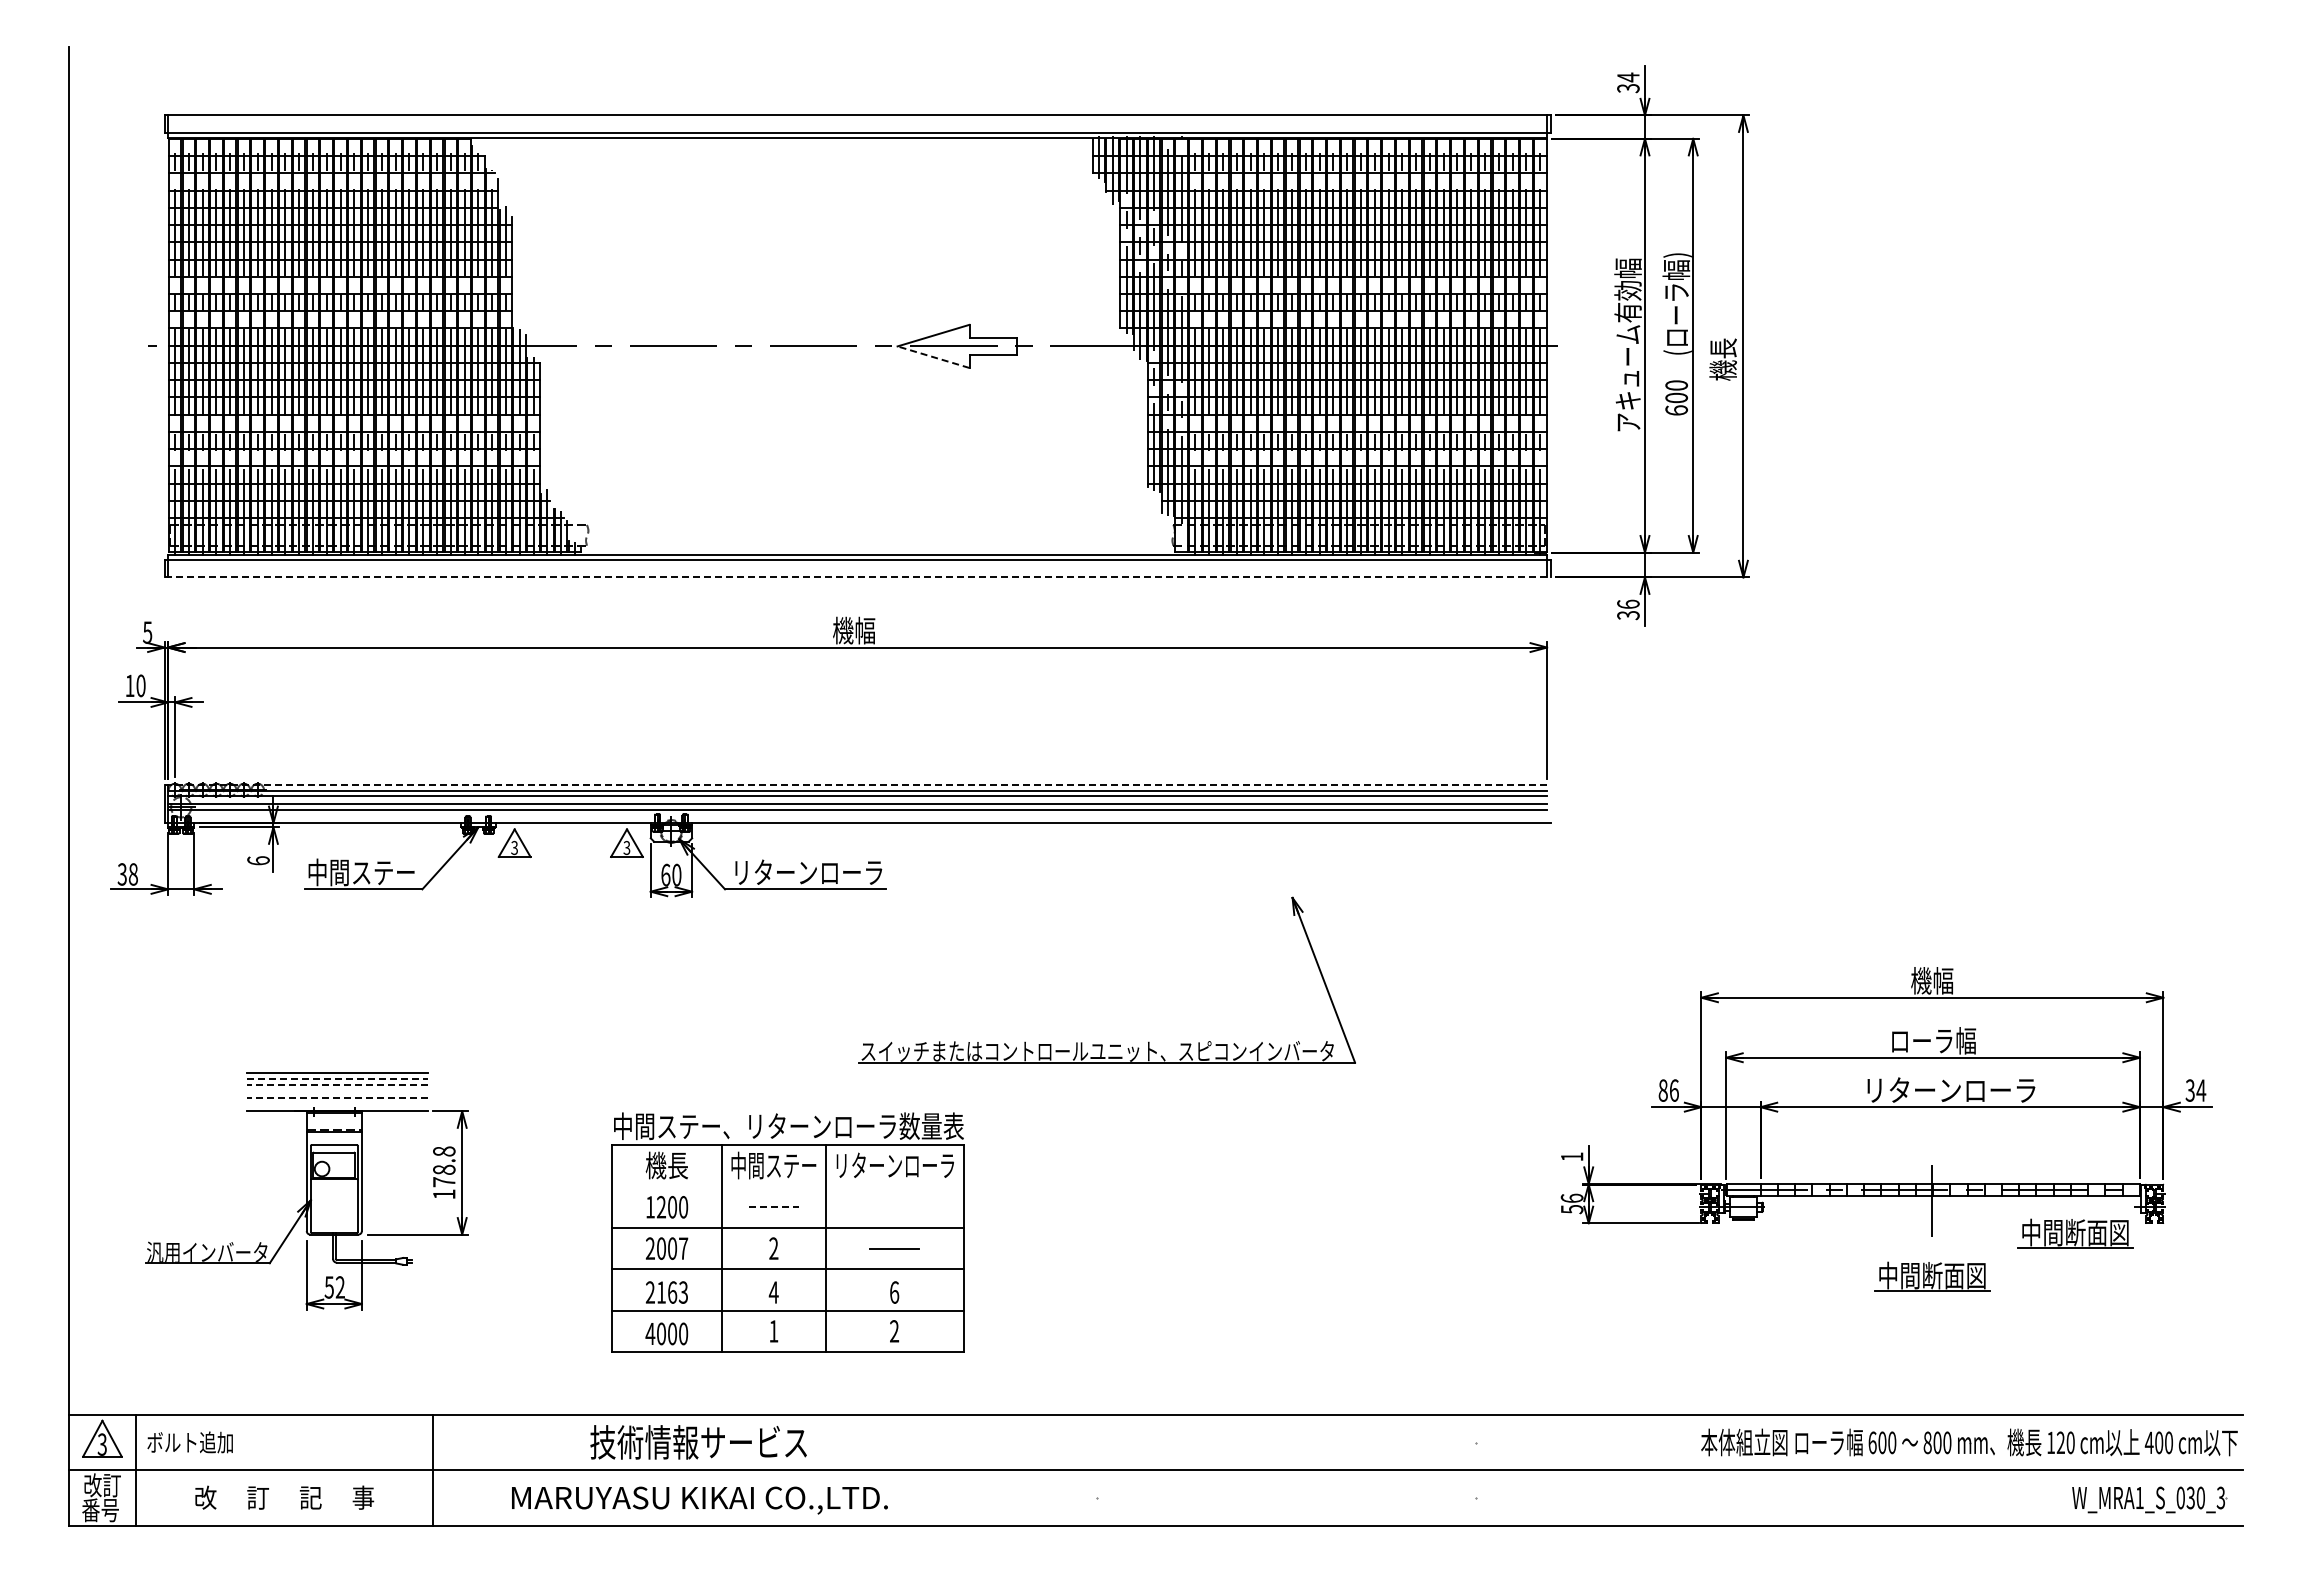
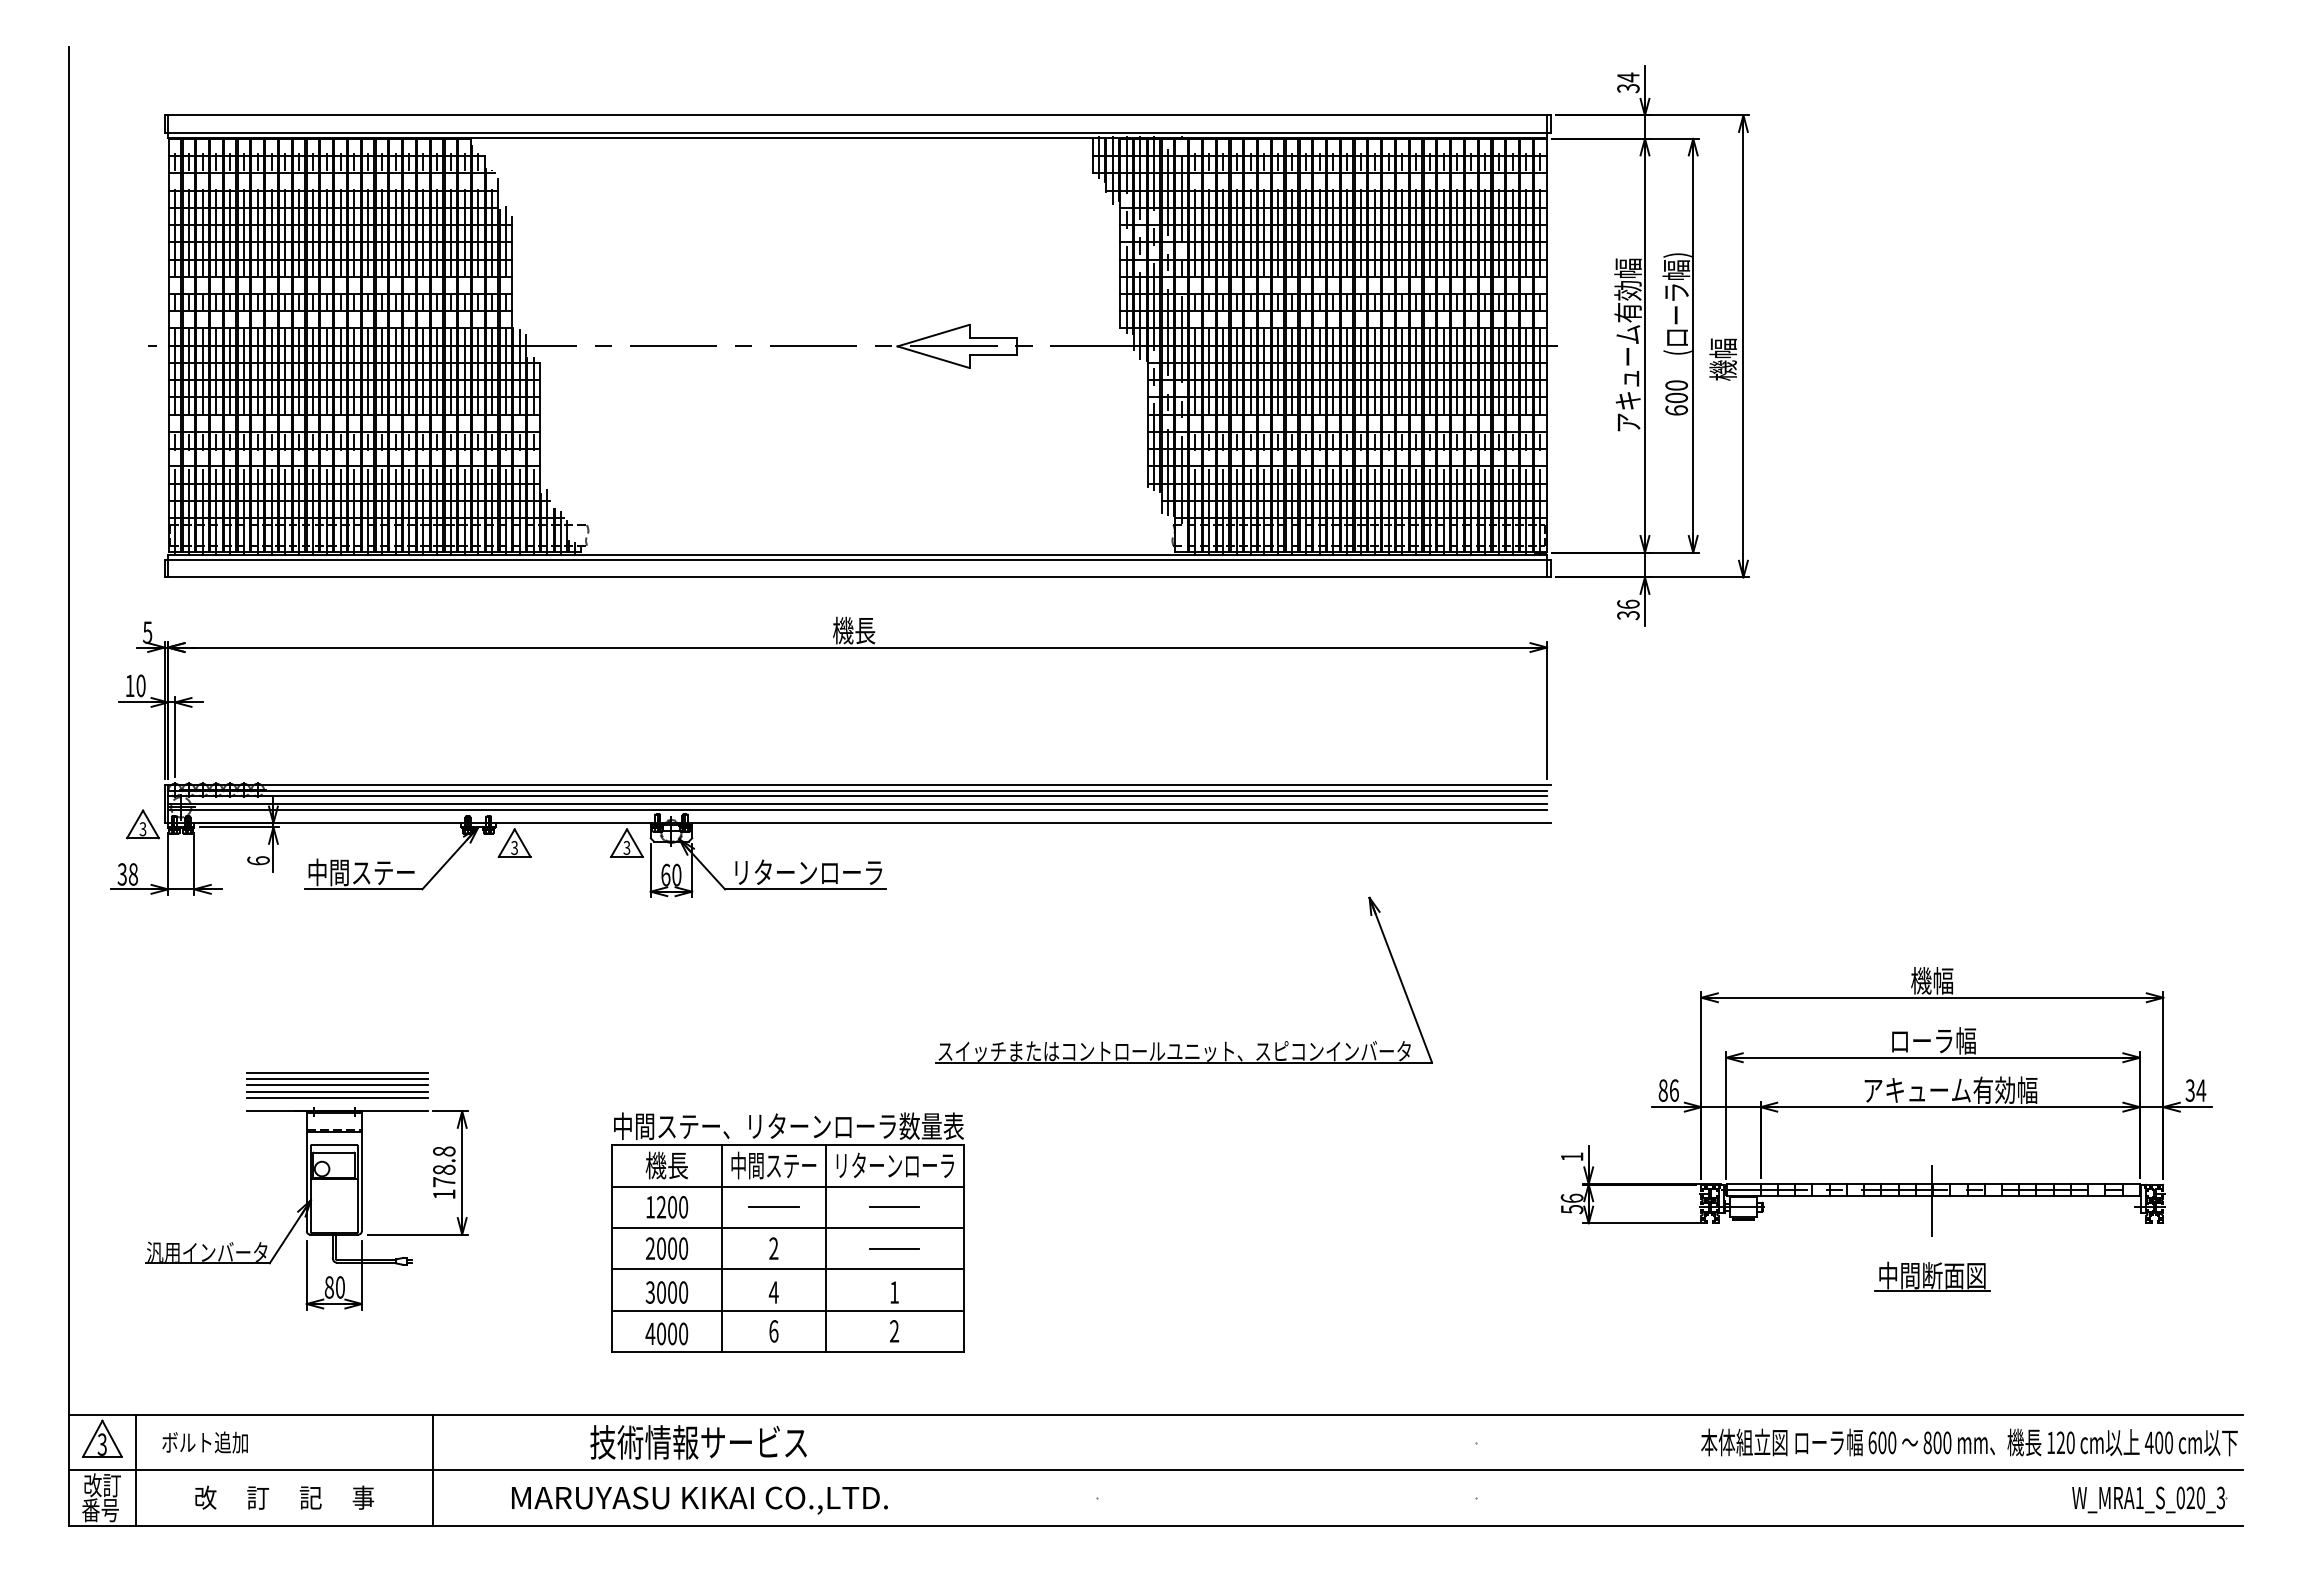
text at (1722, 348): 機長 -> 機幅
line at (933, 357): dashed -> solid
line at (857, 577): dashed -> solid
text at (865, 630): 機幅 -> 機長
line at (857, 784): dashed -> solid
part at (142, 824): none -> present
part at (1102, 1044) position: (1102, 1044) -> (1179, 1044)
line at (337, 1078): dashed -> solid
line at (337, 1084): dashed -> solid
text at (1950, 1089): リターンローラ -> アキューム有効幅
line at (336, 1092): none -> present
line at (337, 1098): dashed -> solid
line at (787, 1186): none -> present
line at (894, 1206): none -> present
line at (774, 1207): dashed -> solid
part at (2075, 1233): present -> none
text at (683, 1248): 2007 -> 2000
text at (334, 1287): 52 -> 80
text at (666, 1292): 2163 -> 3000
text at (894, 1292): 6 -> 1
text at (773, 1331): 1 -> 6
text at (189, 1442) position: (189, 1442) -> (204, 1442)
text at (2190, 1498): W_MRA1_S_030_3 -> W_MRA1_S_020_3
